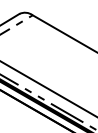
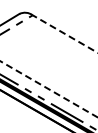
line at (64, 33): solid -> dashed
line at (49, 89): solid -> dashed
